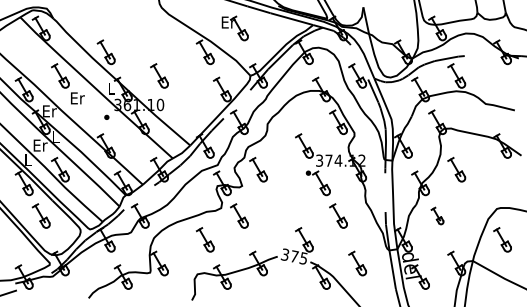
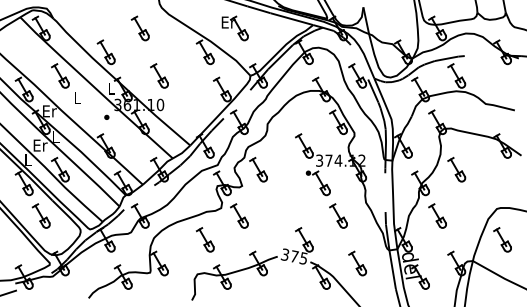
part at (139, 28): none -> present
text at (77, 98): Er -> L
part at (437, 215) size: 15x20 px -> 19x26 px
